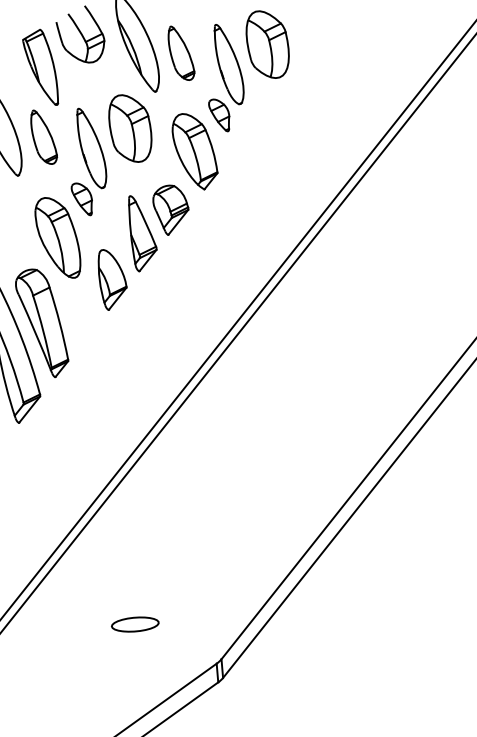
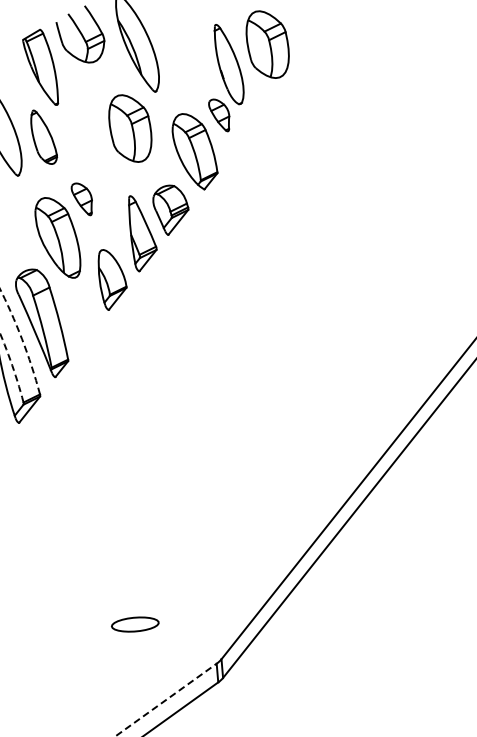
part at (181, 52): present -> none
part at (91, 148): present -> none
line at (237, 320): present -> none
line at (237, 334): present -> none
arc at (22, 340): solid -> dashed
arc at (12, 367): solid -> dashed
line at (166, 699): solid -> dashed
